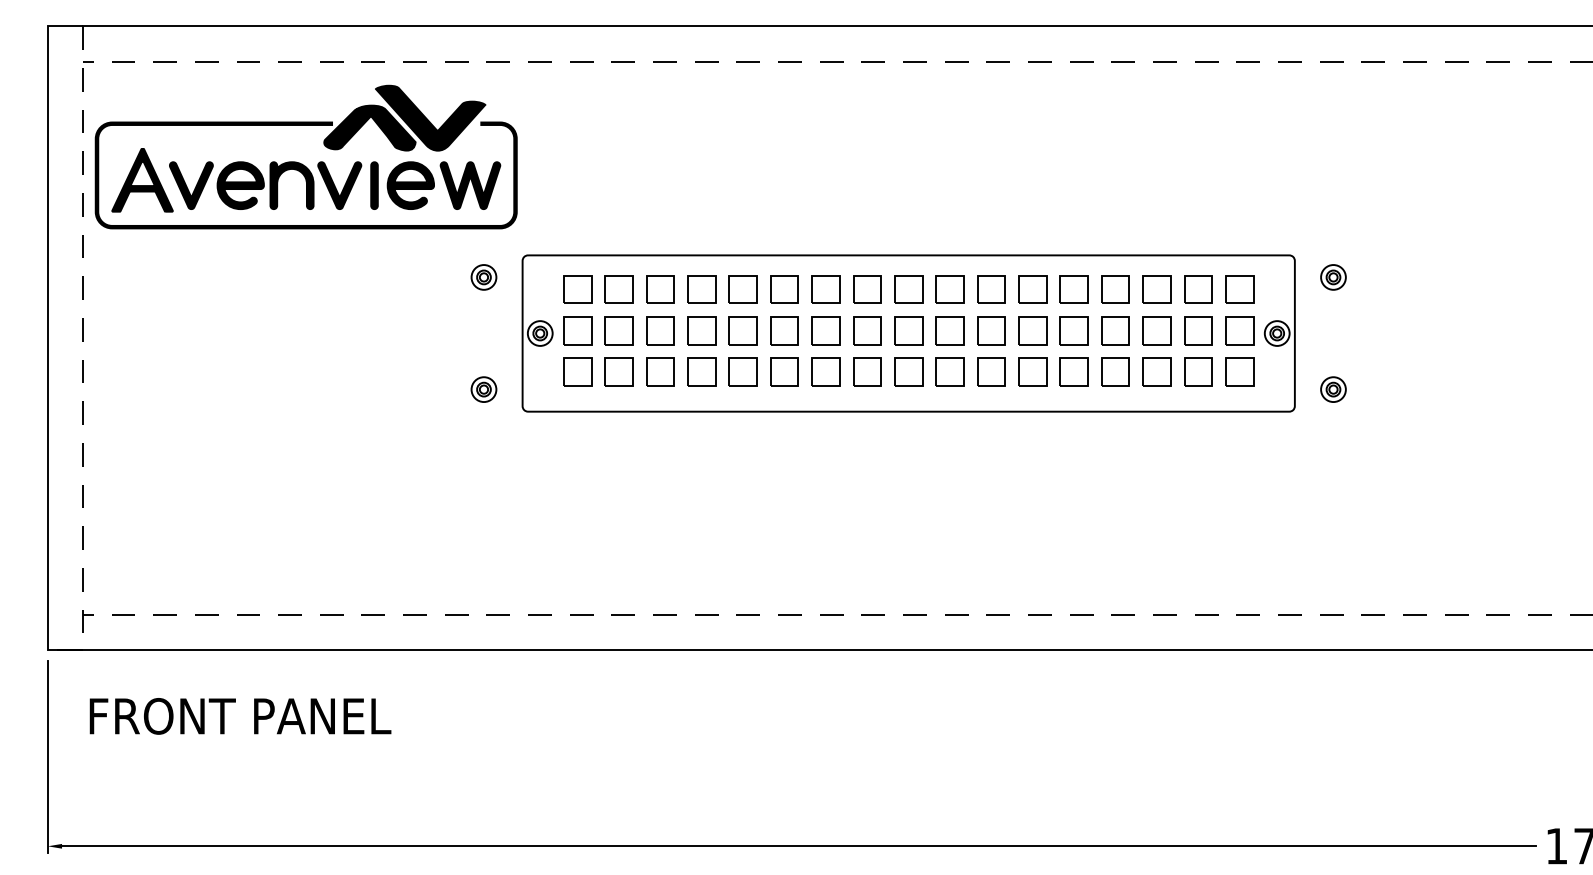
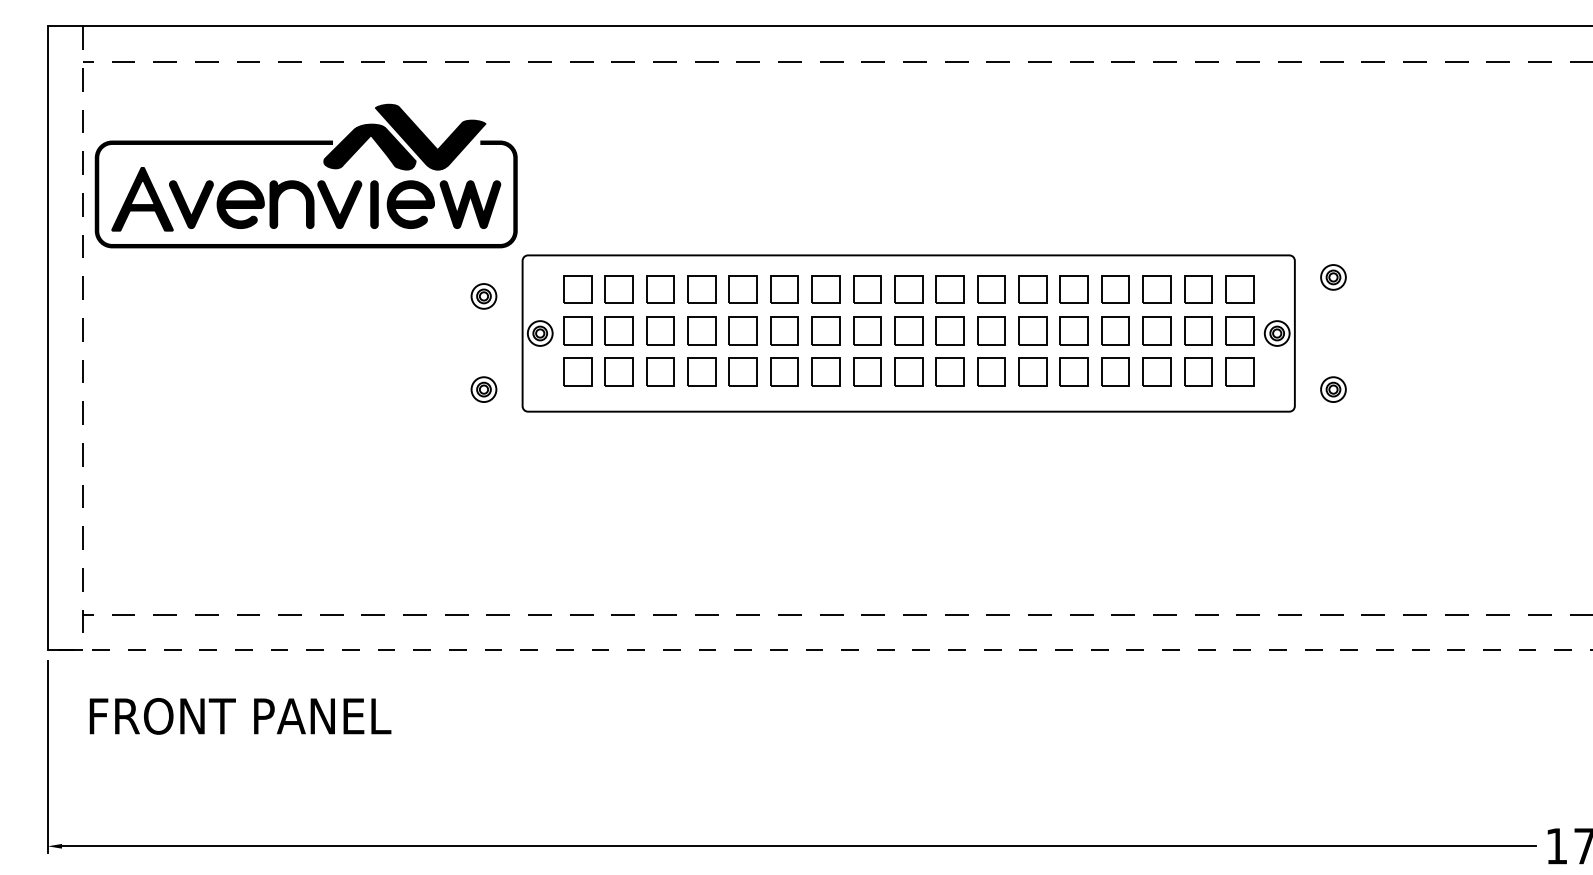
part at (302, 163) position: (302, 163) -> (302, 182)
part at (483, 277) position: (483, 277) -> (483, 296)
line at (825, 650): solid -> dashed
